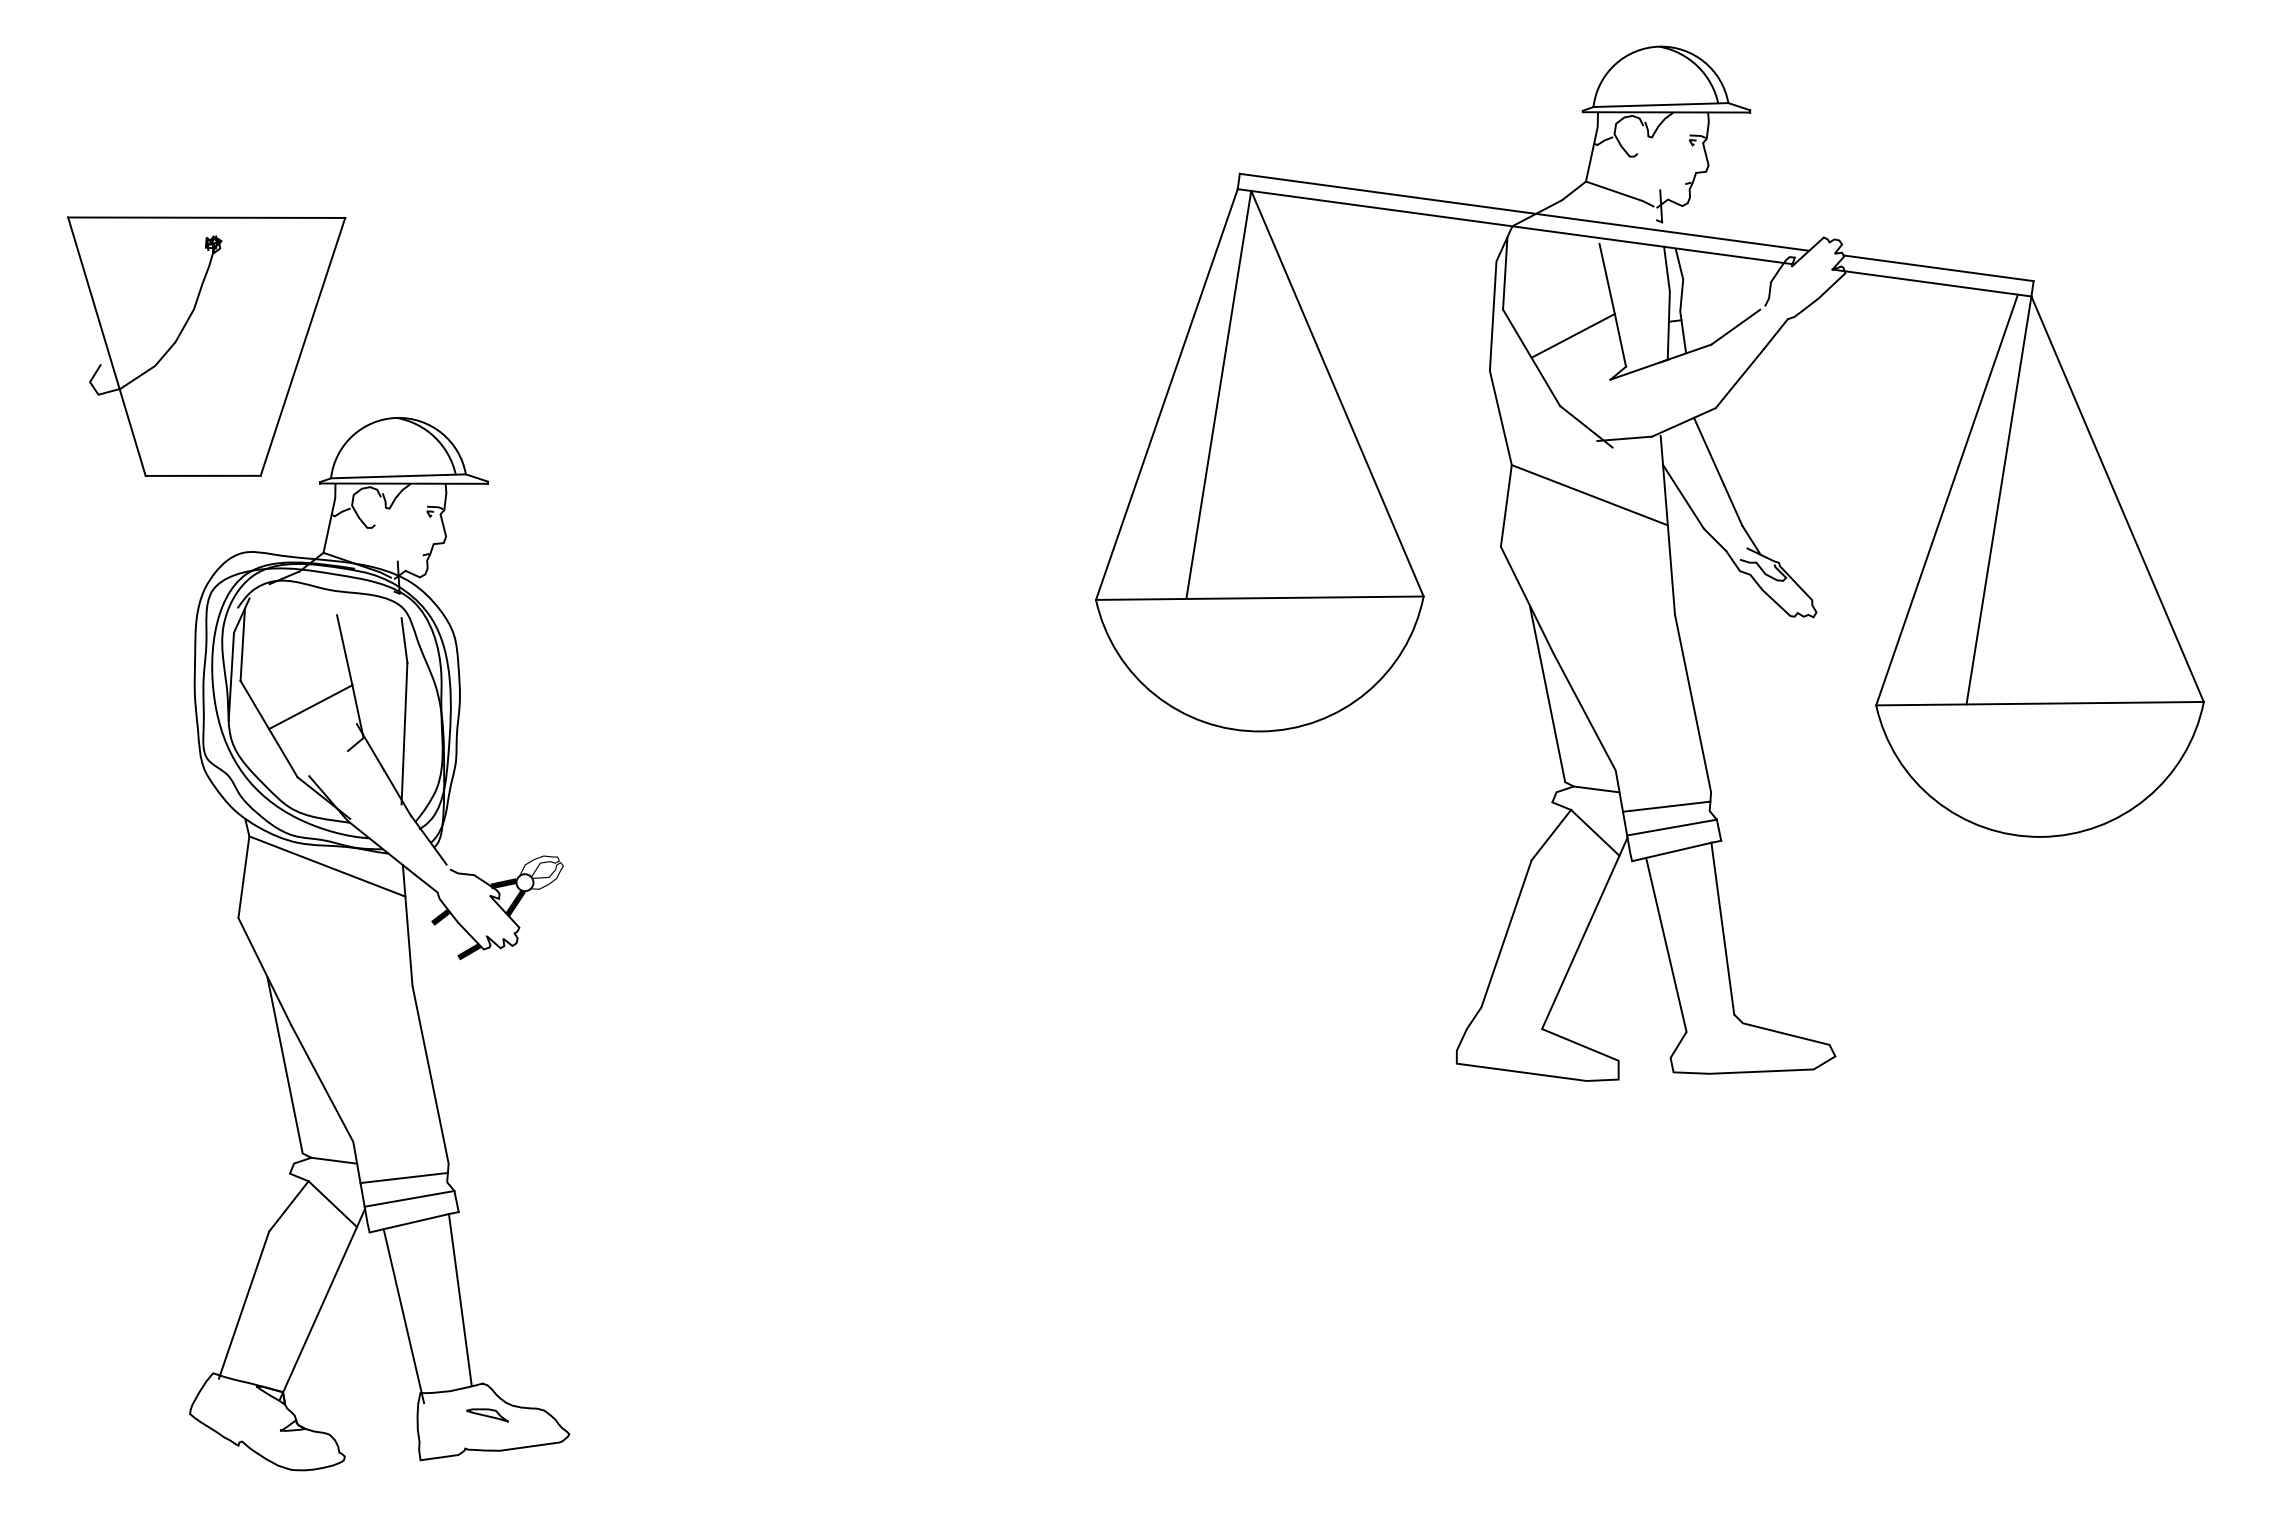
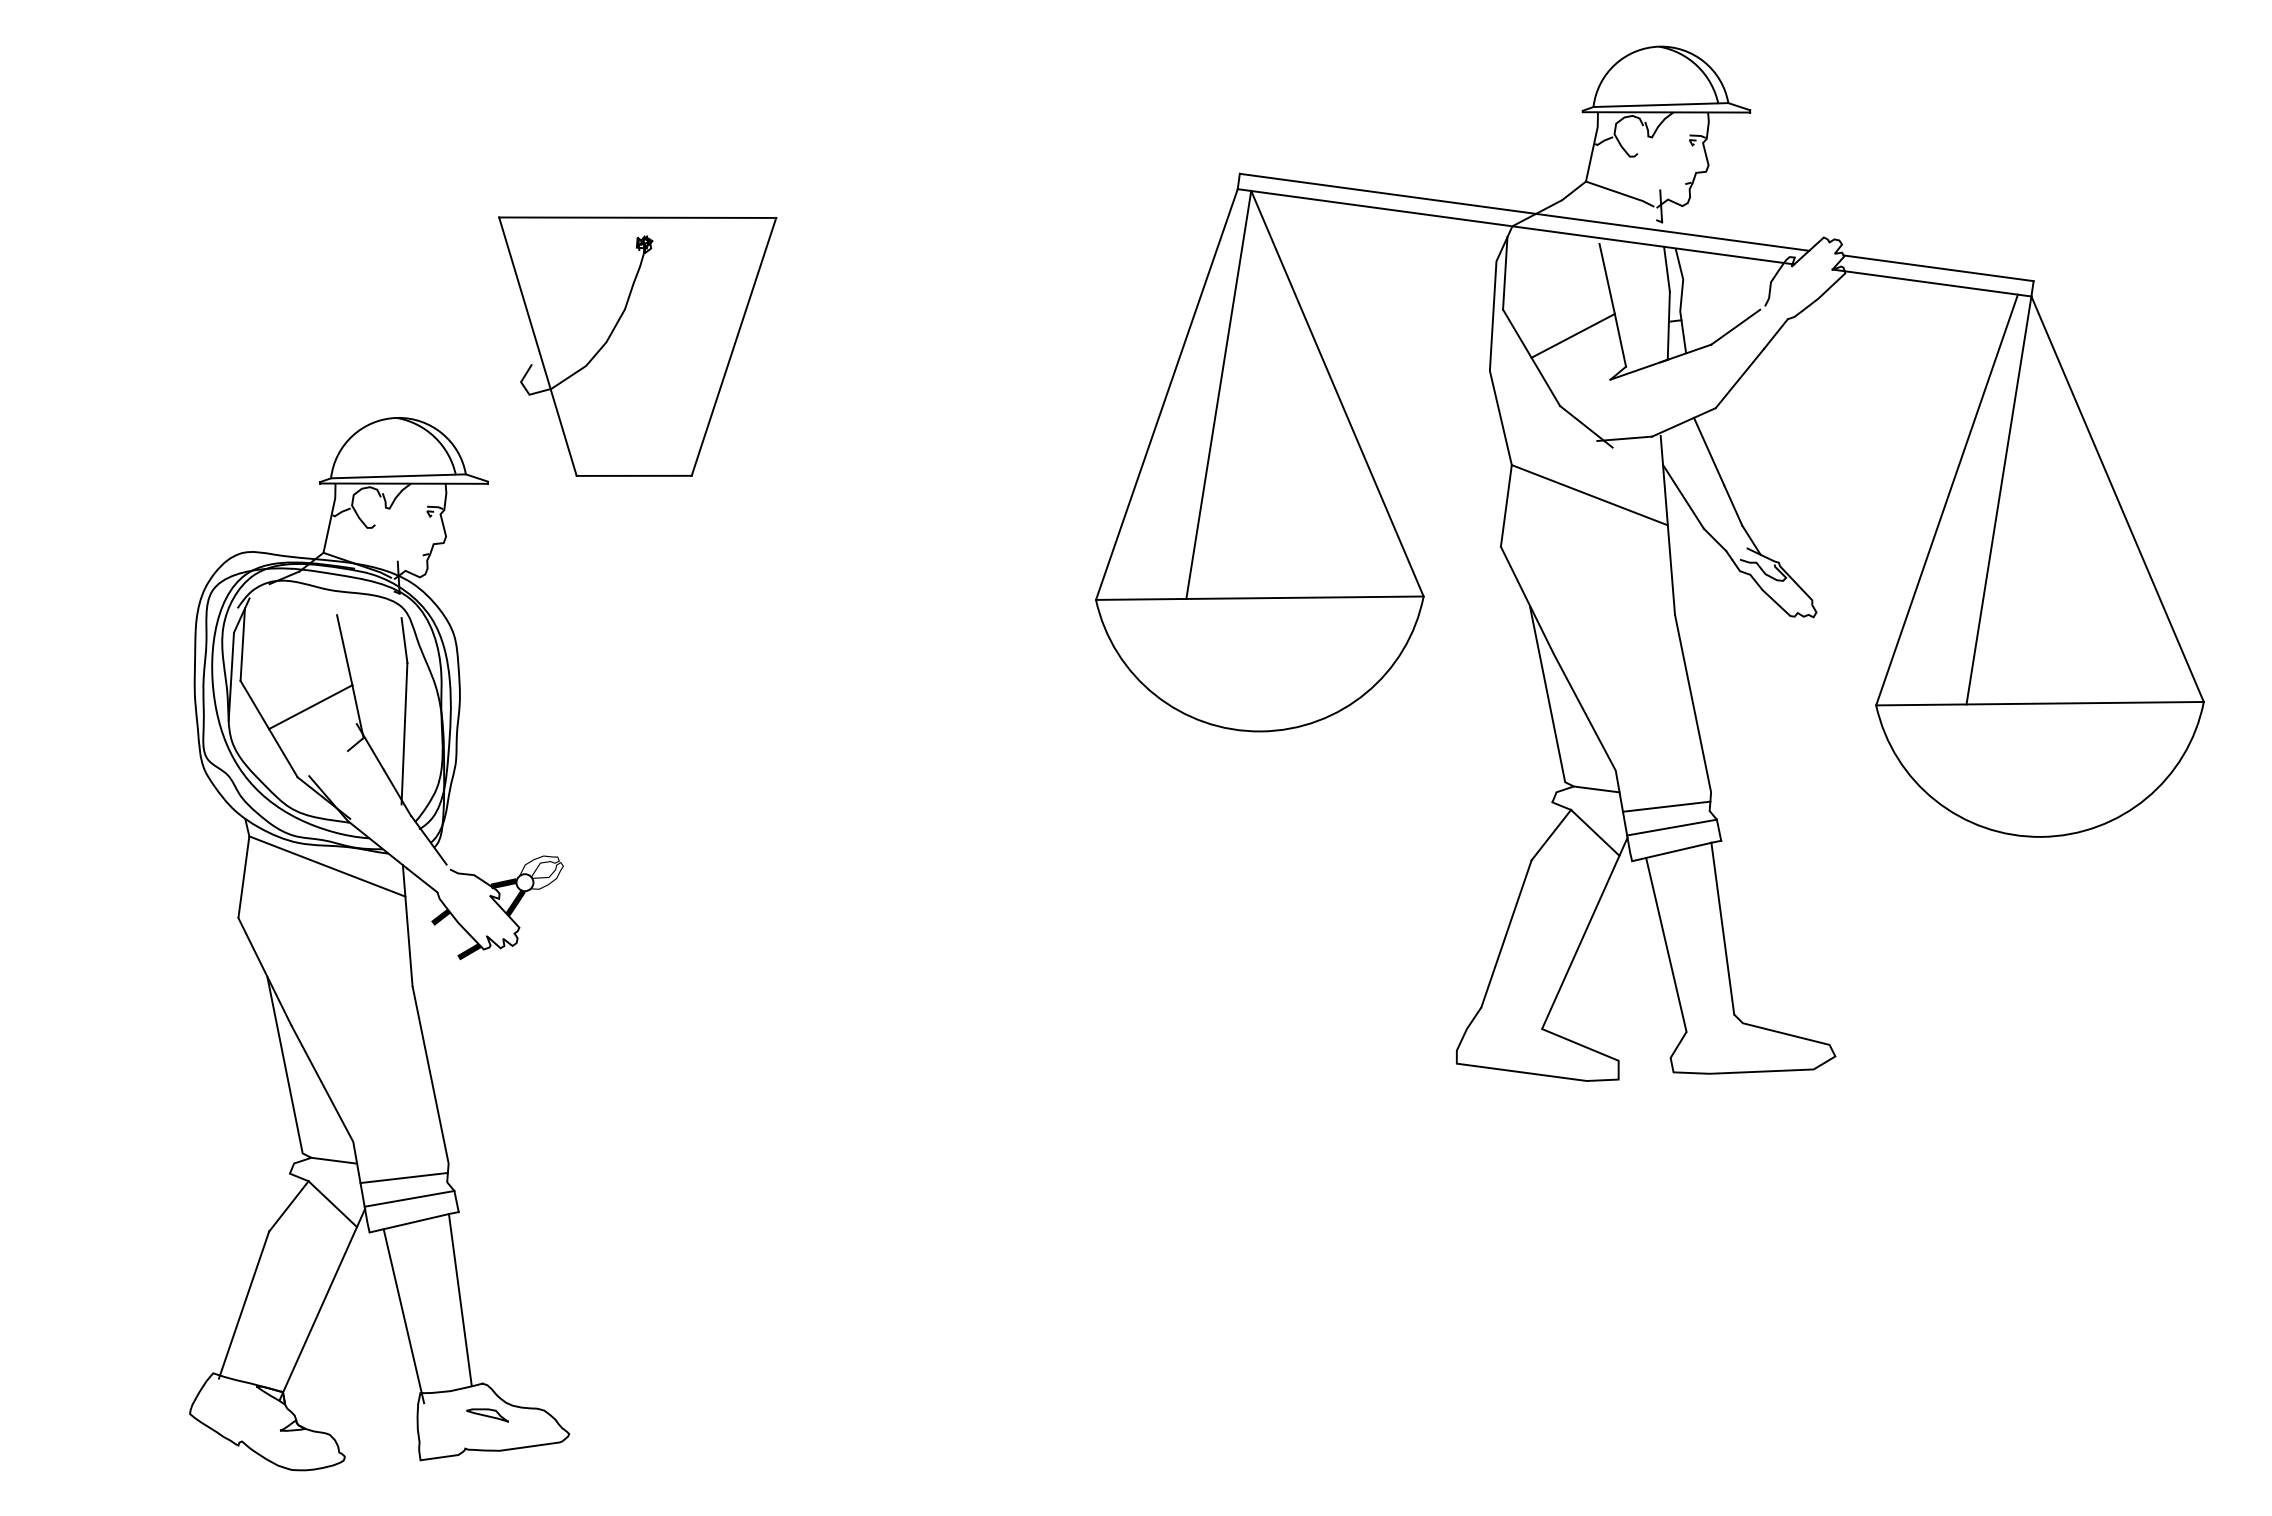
part at (206, 346) position: (206, 346) -> (637, 346)
